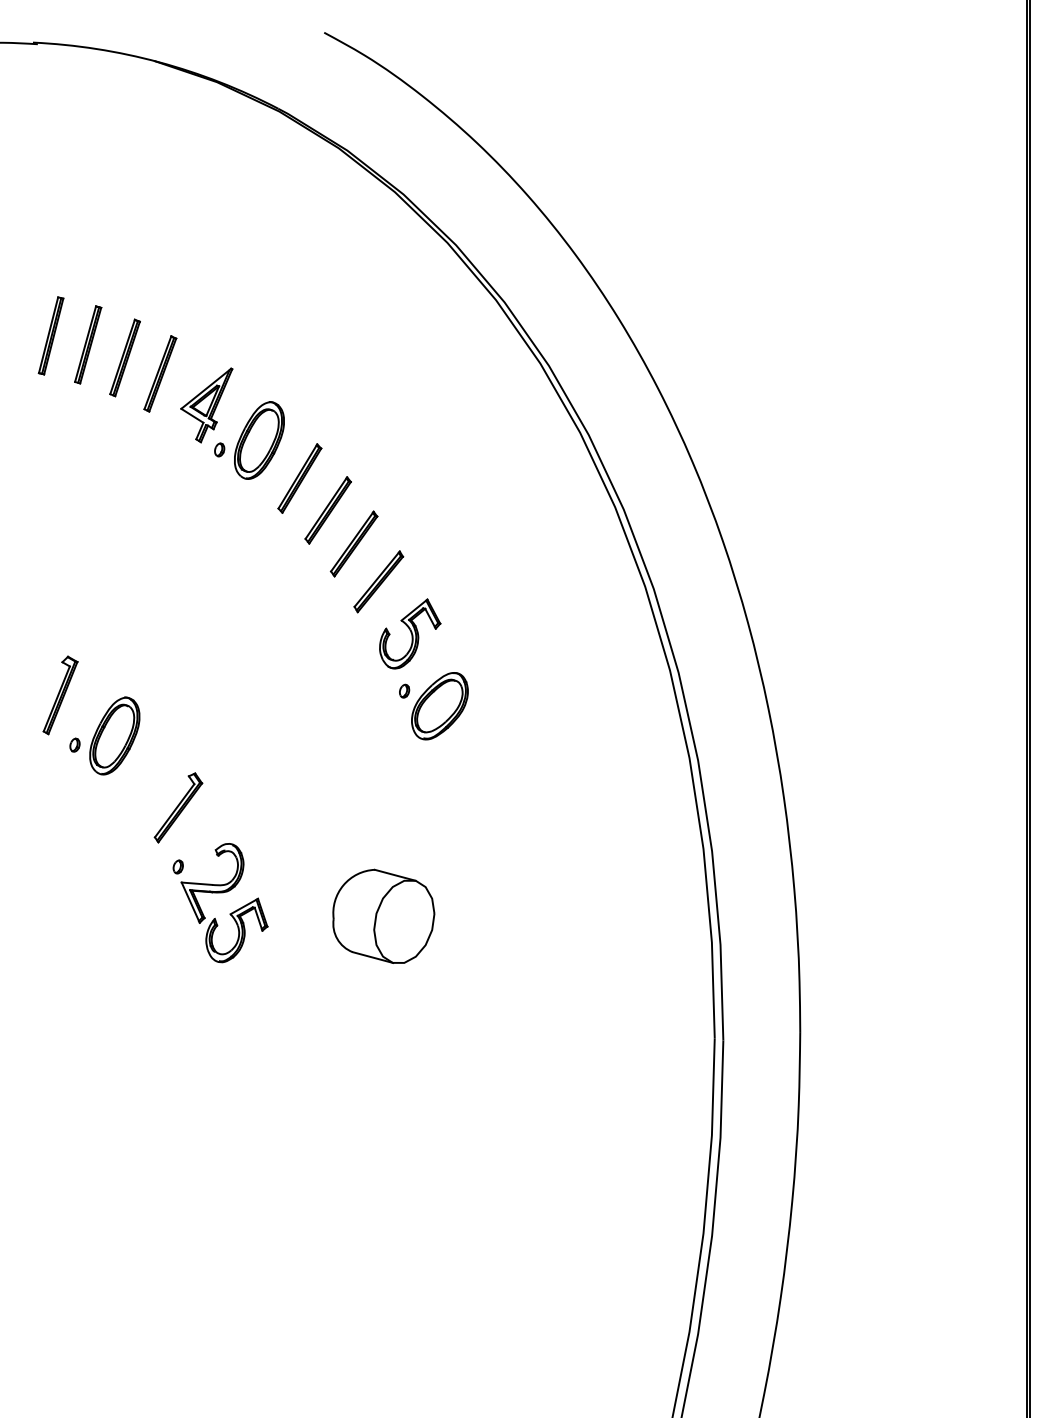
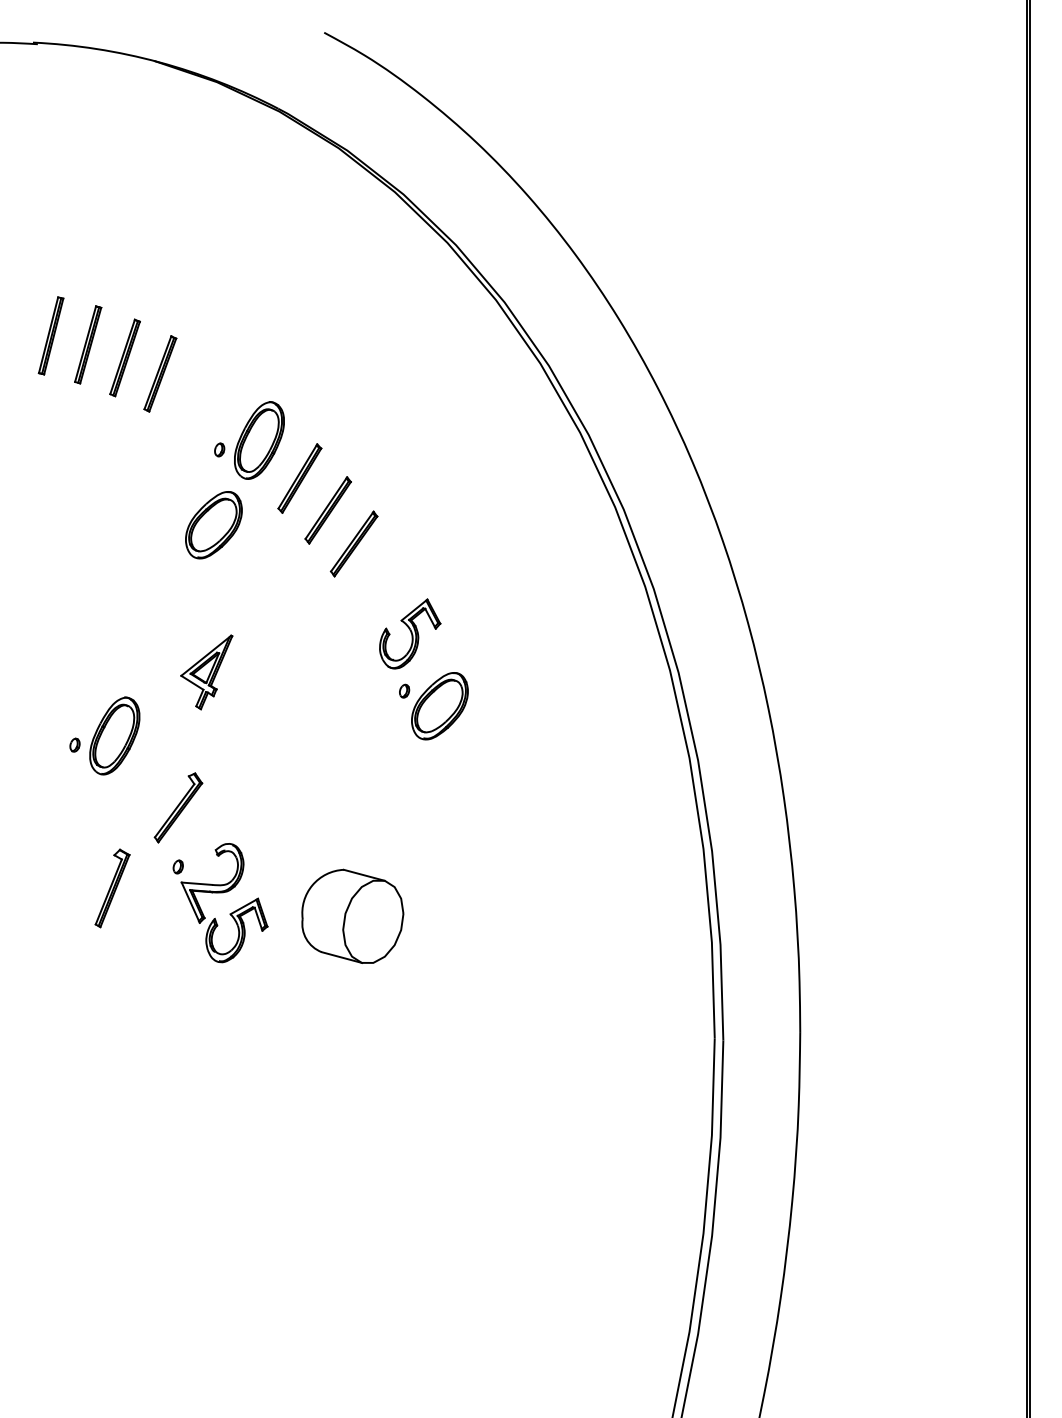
part at (206, 405) position: (206, 405) -> (206, 672)
part at (213, 525): none -> present
part at (378, 581): present -> none
part at (60, 695) position: (60, 695) -> (112, 888)
part at (383, 915) position: (383, 915) -> (352, 915)
